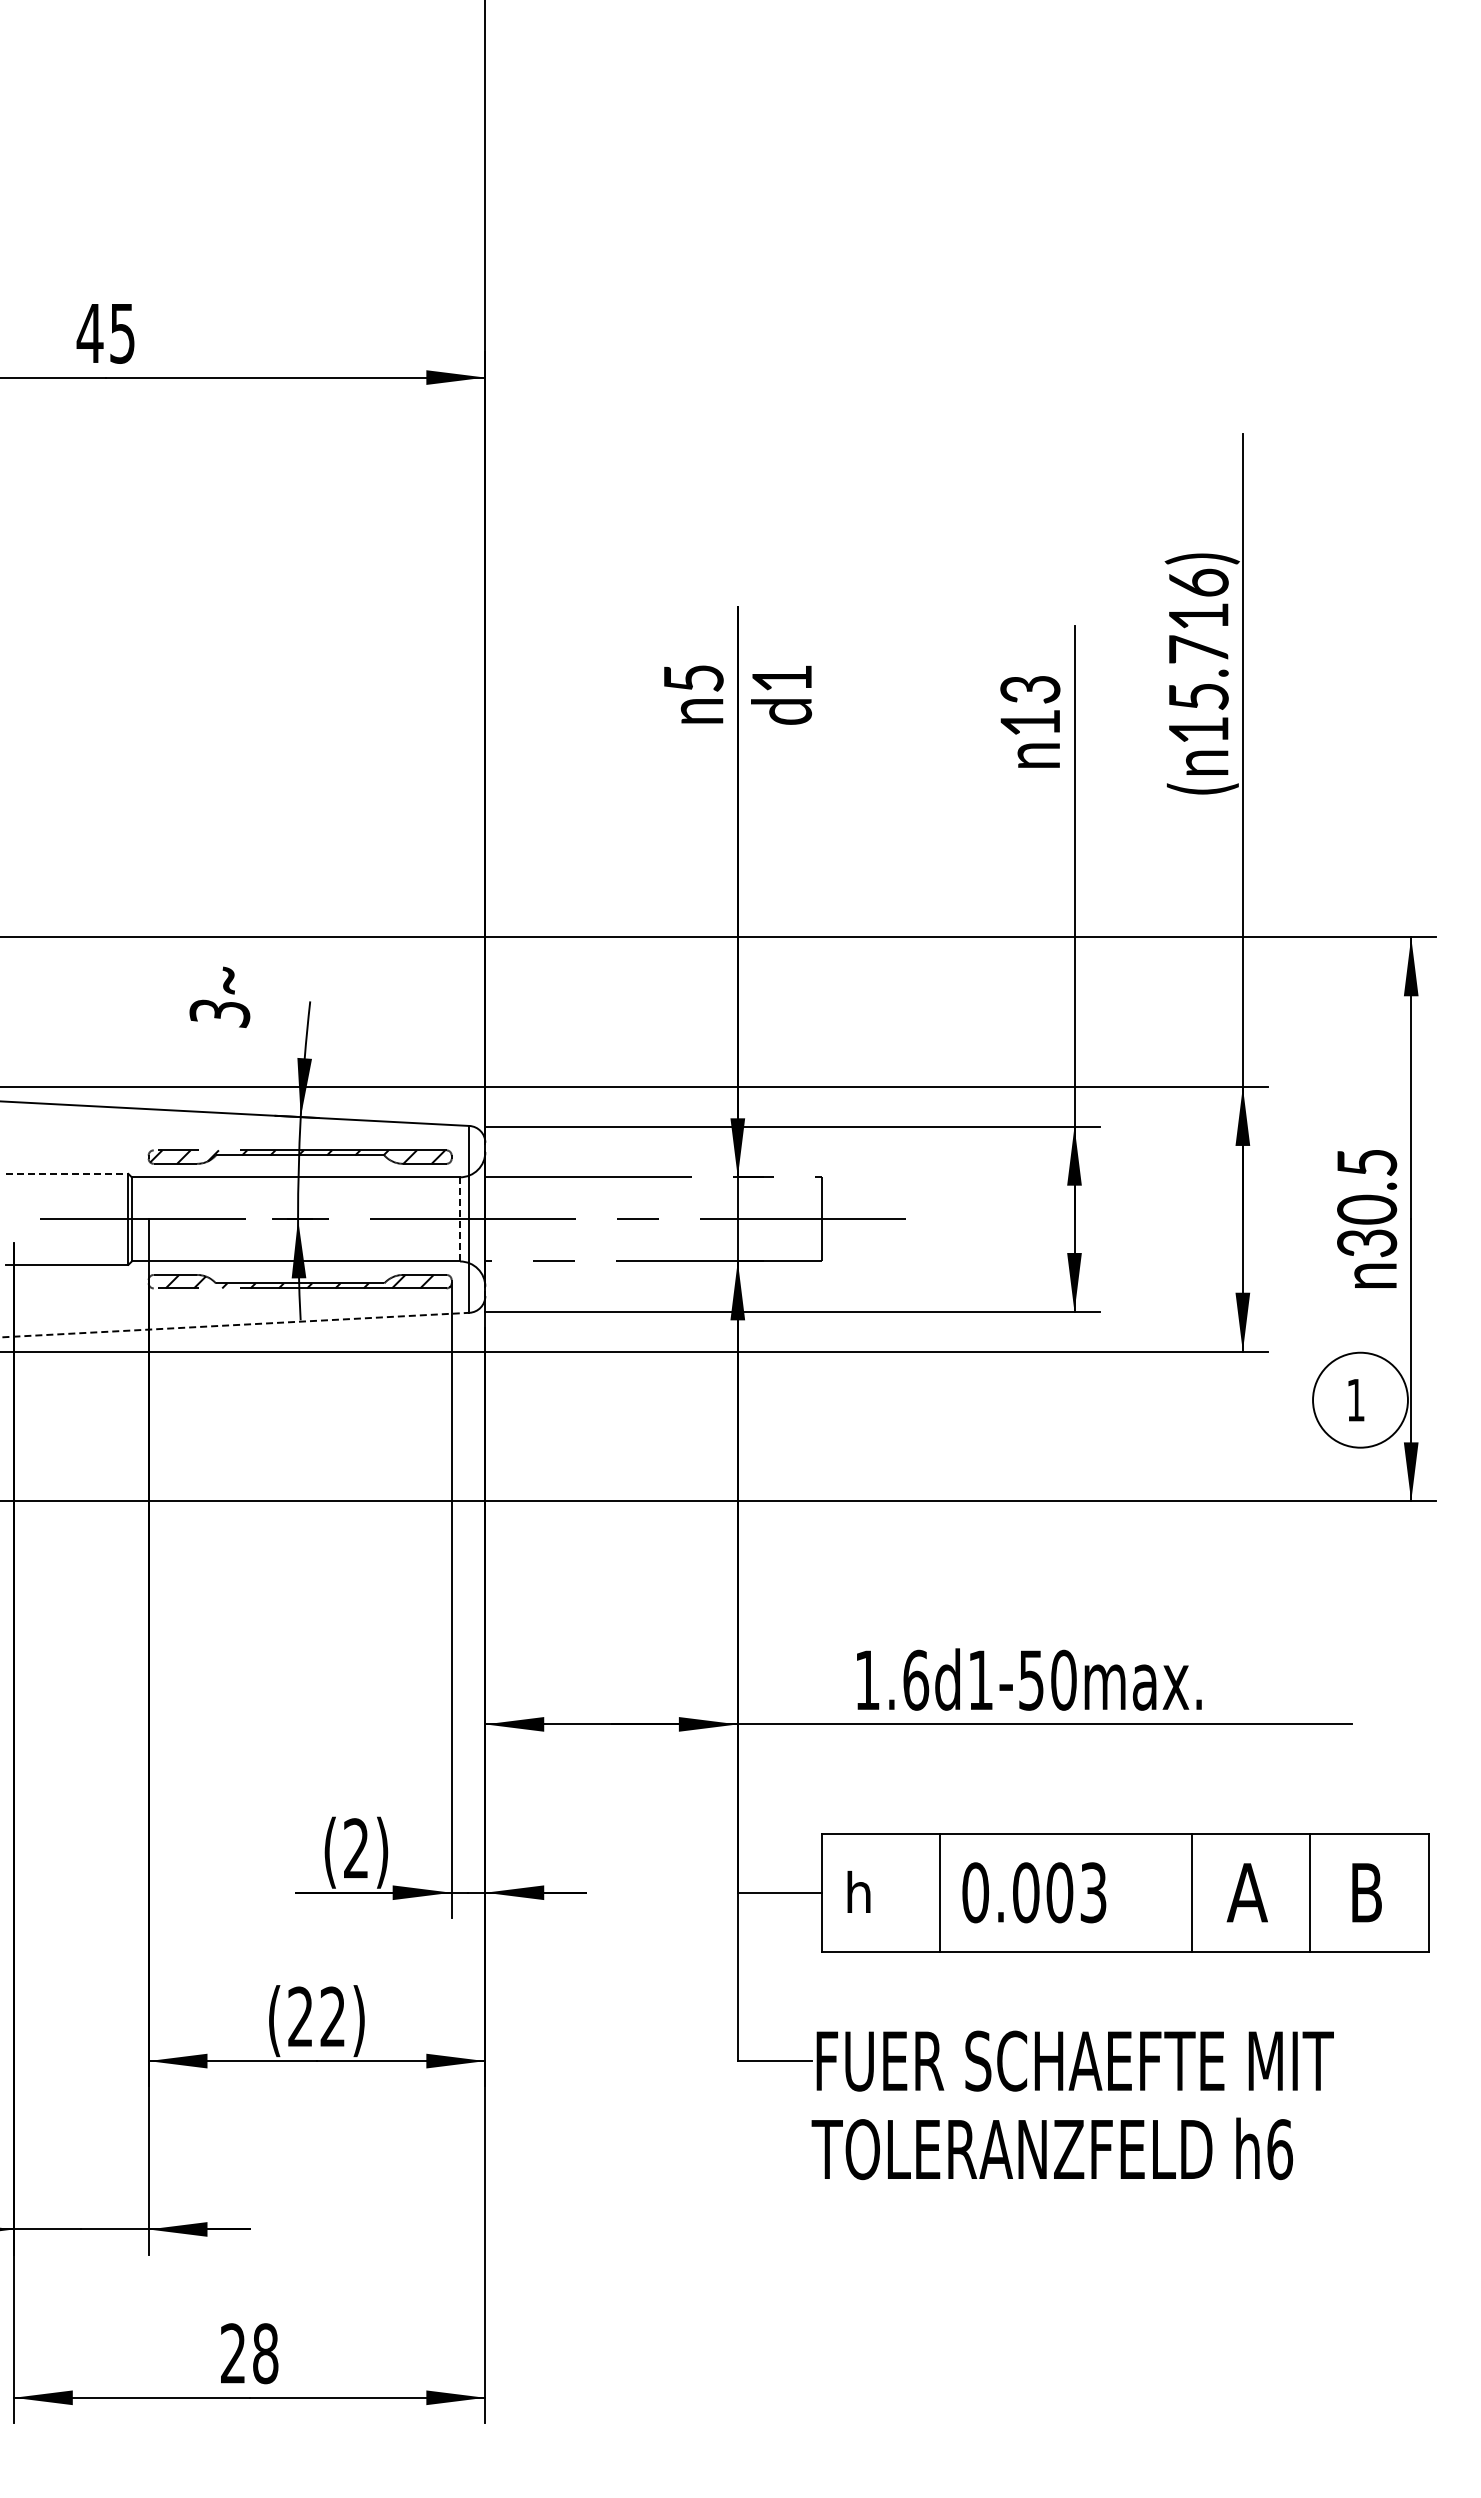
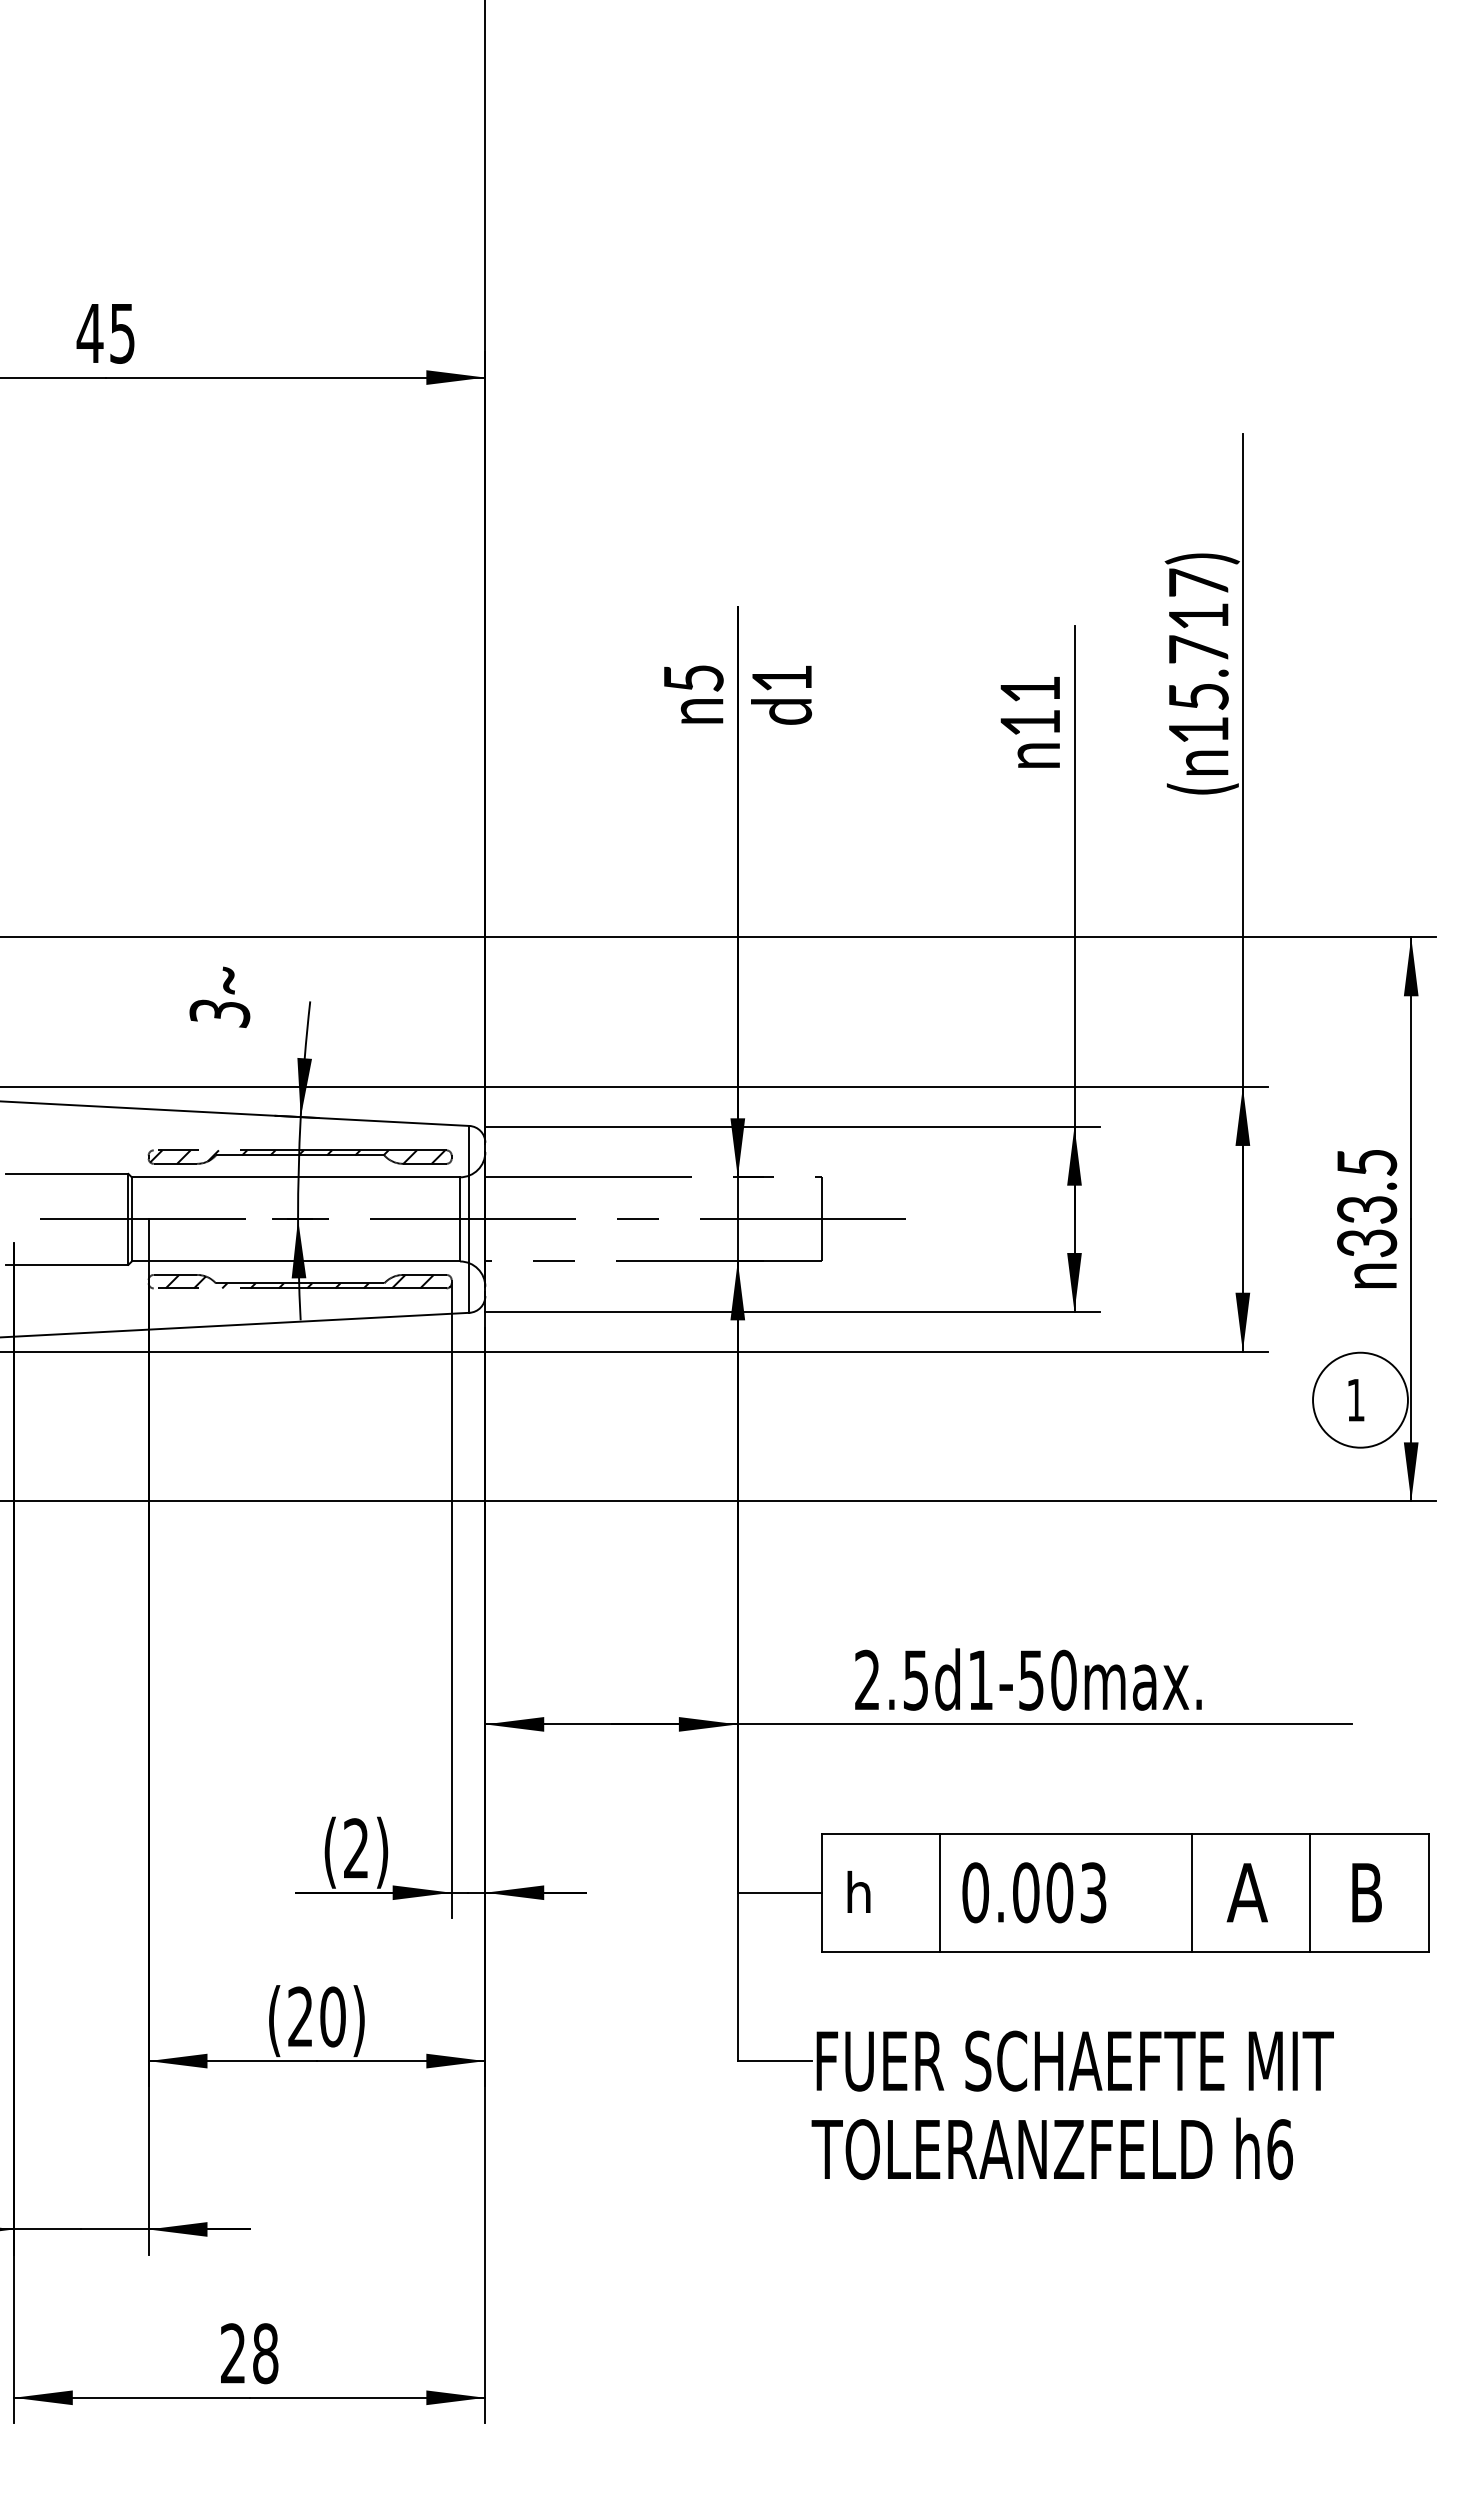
text at (1198, 582): 15.716) -> 15.717)
text at (1030, 689): 13 -> 11
line at (67, 1173): dashed -> solid
text at (1367, 1209): 30.5 -> 33.5
line at (460, 1219): dashed -> solid
line at (234, 1325): dashed -> solid
text at (892, 1679): 1.6d1-50max. -> 2.5d1-50max.
text at (332, 2016): (22) -> (20)
